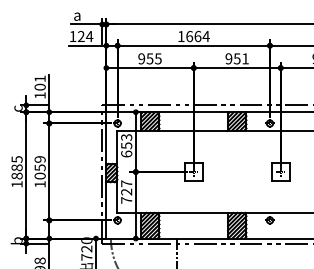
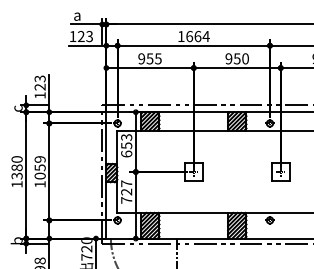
text at (89, 36): 124 -> 123
text at (245, 58): 951 -> 950
text at (39, 82): 101 -> 123
text at (16, 167): 1885 -> 1380
